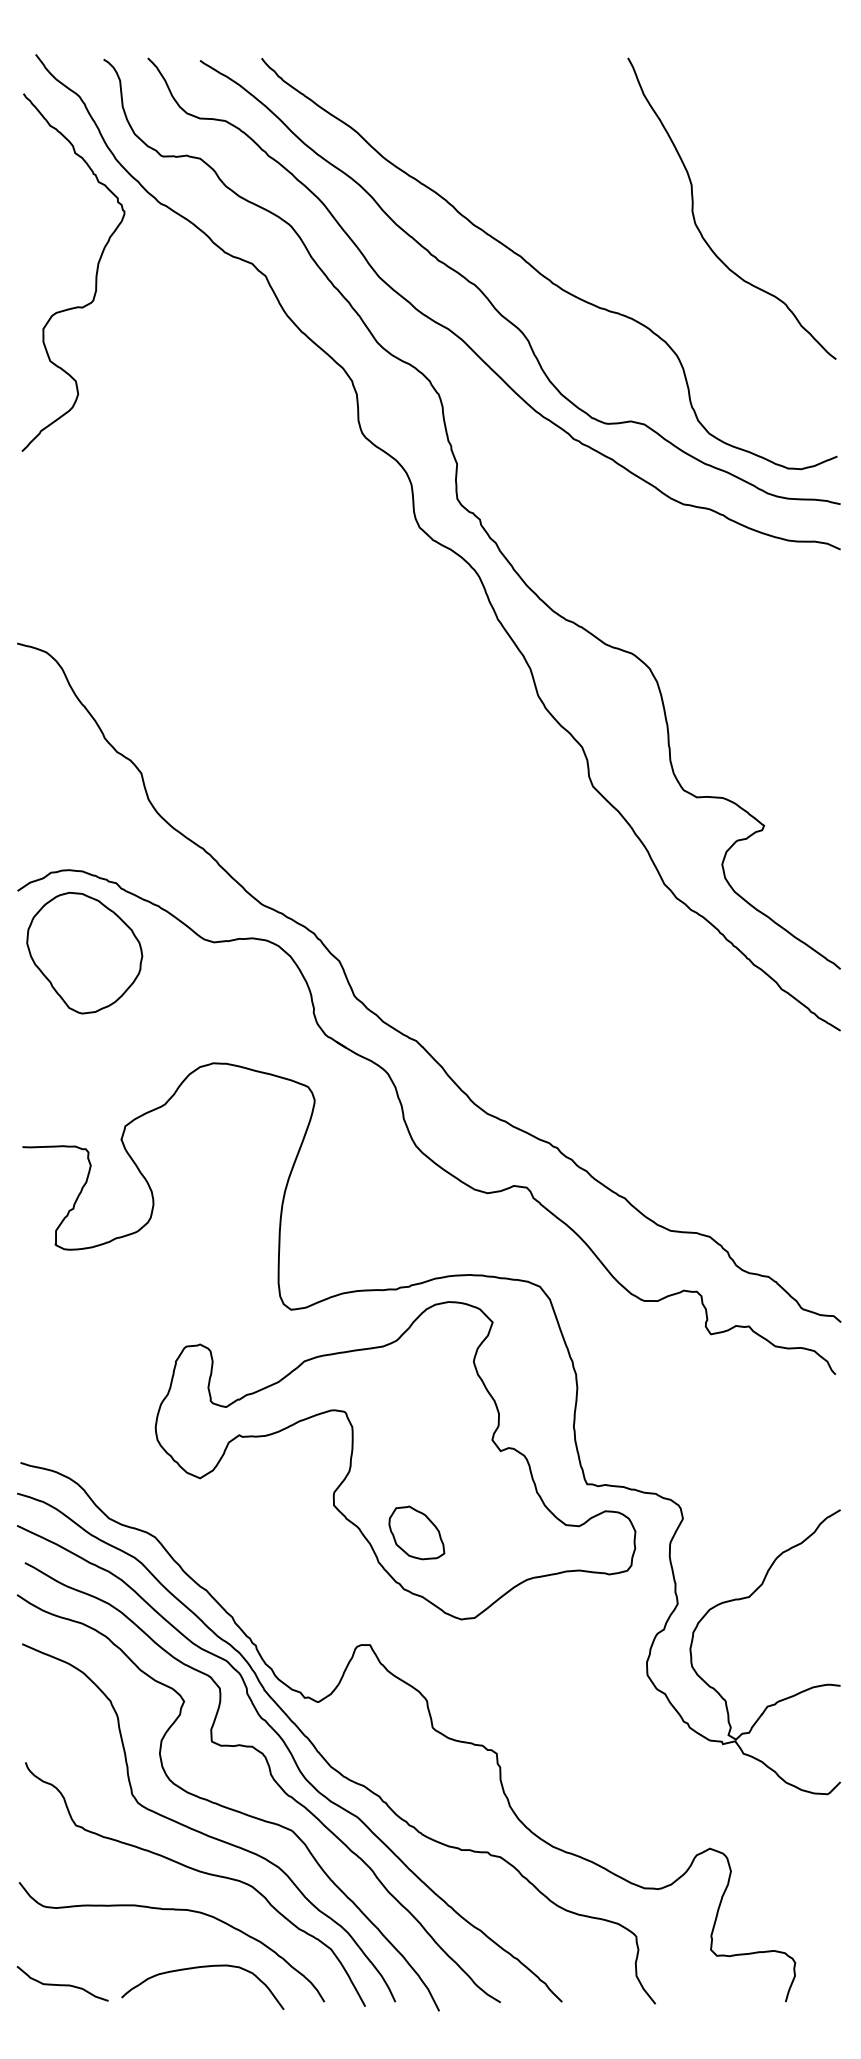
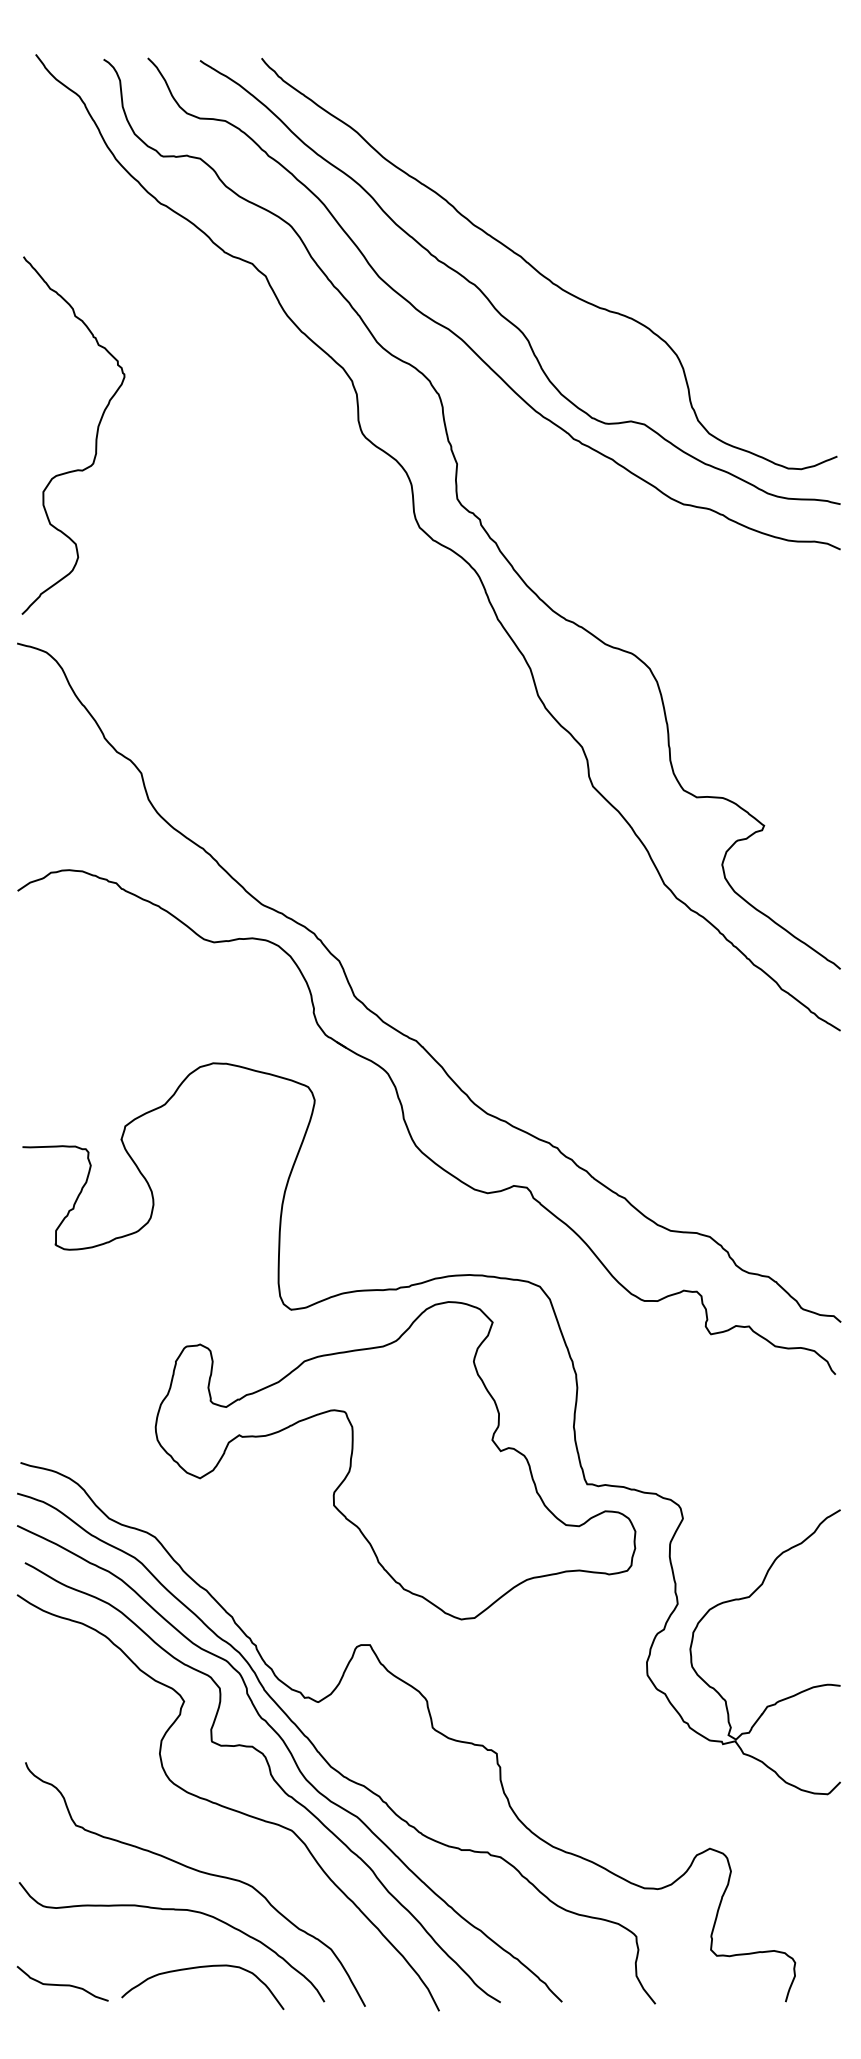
curve at (694, 214): present -> none
curve at (95, 274) position: (95, 274) -> (95, 437)
part at (84, 952): present -> none
part at (416, 1532): present -> none
curve at (203, 1832): present -> none
